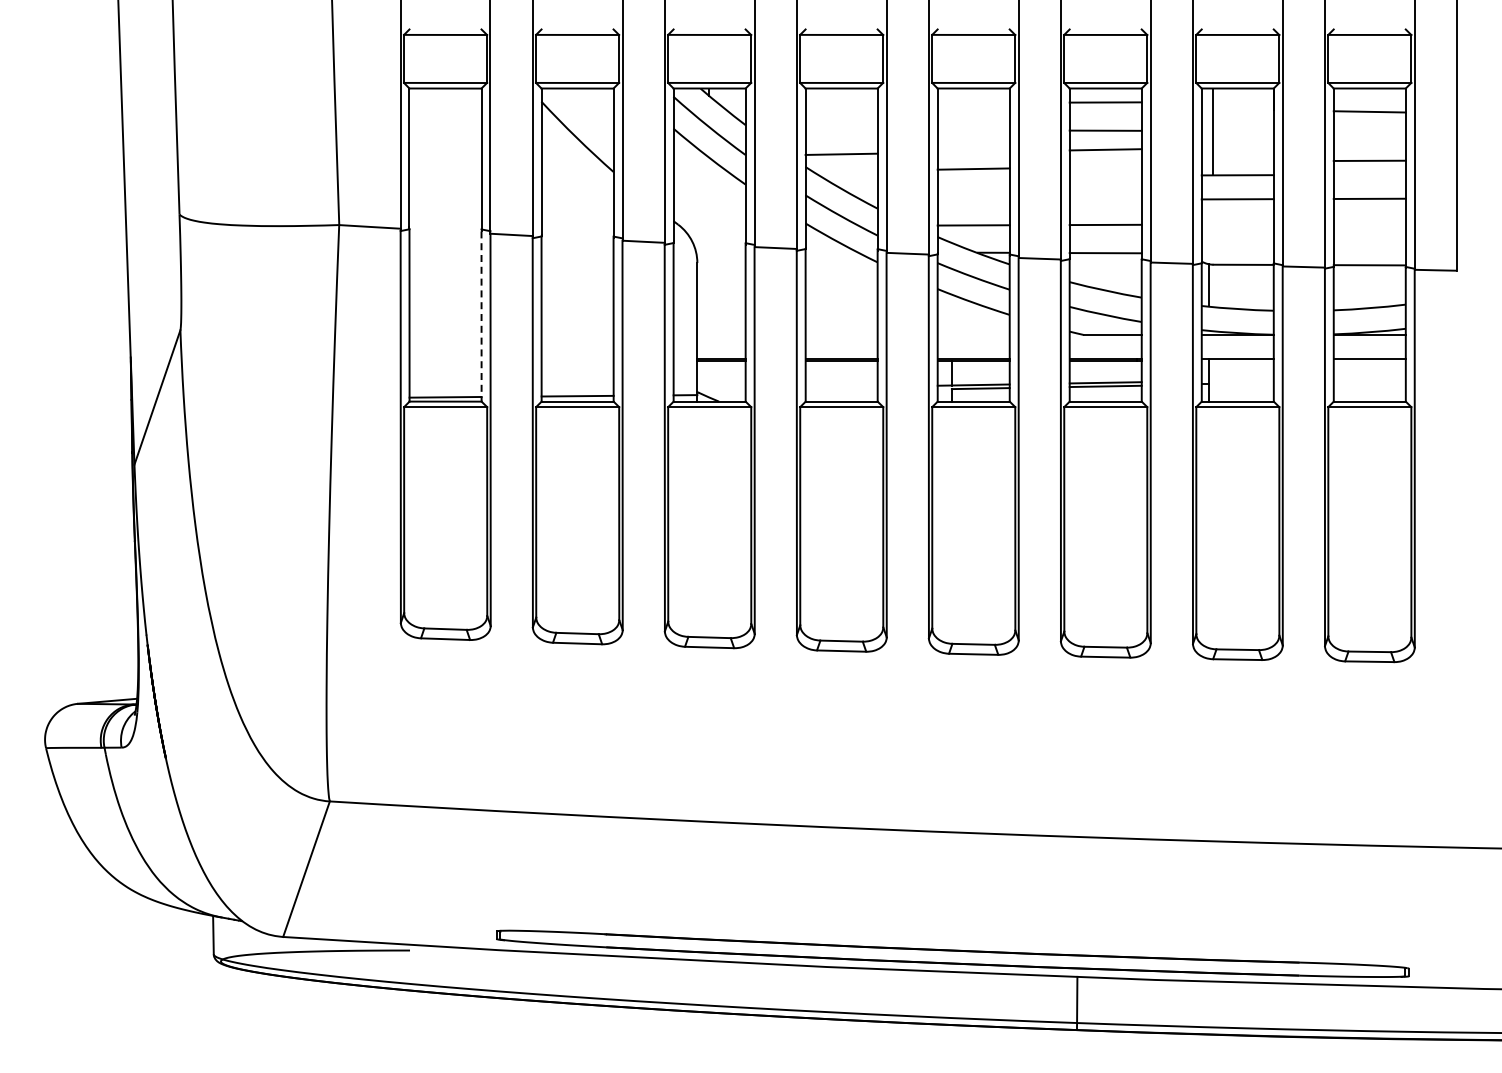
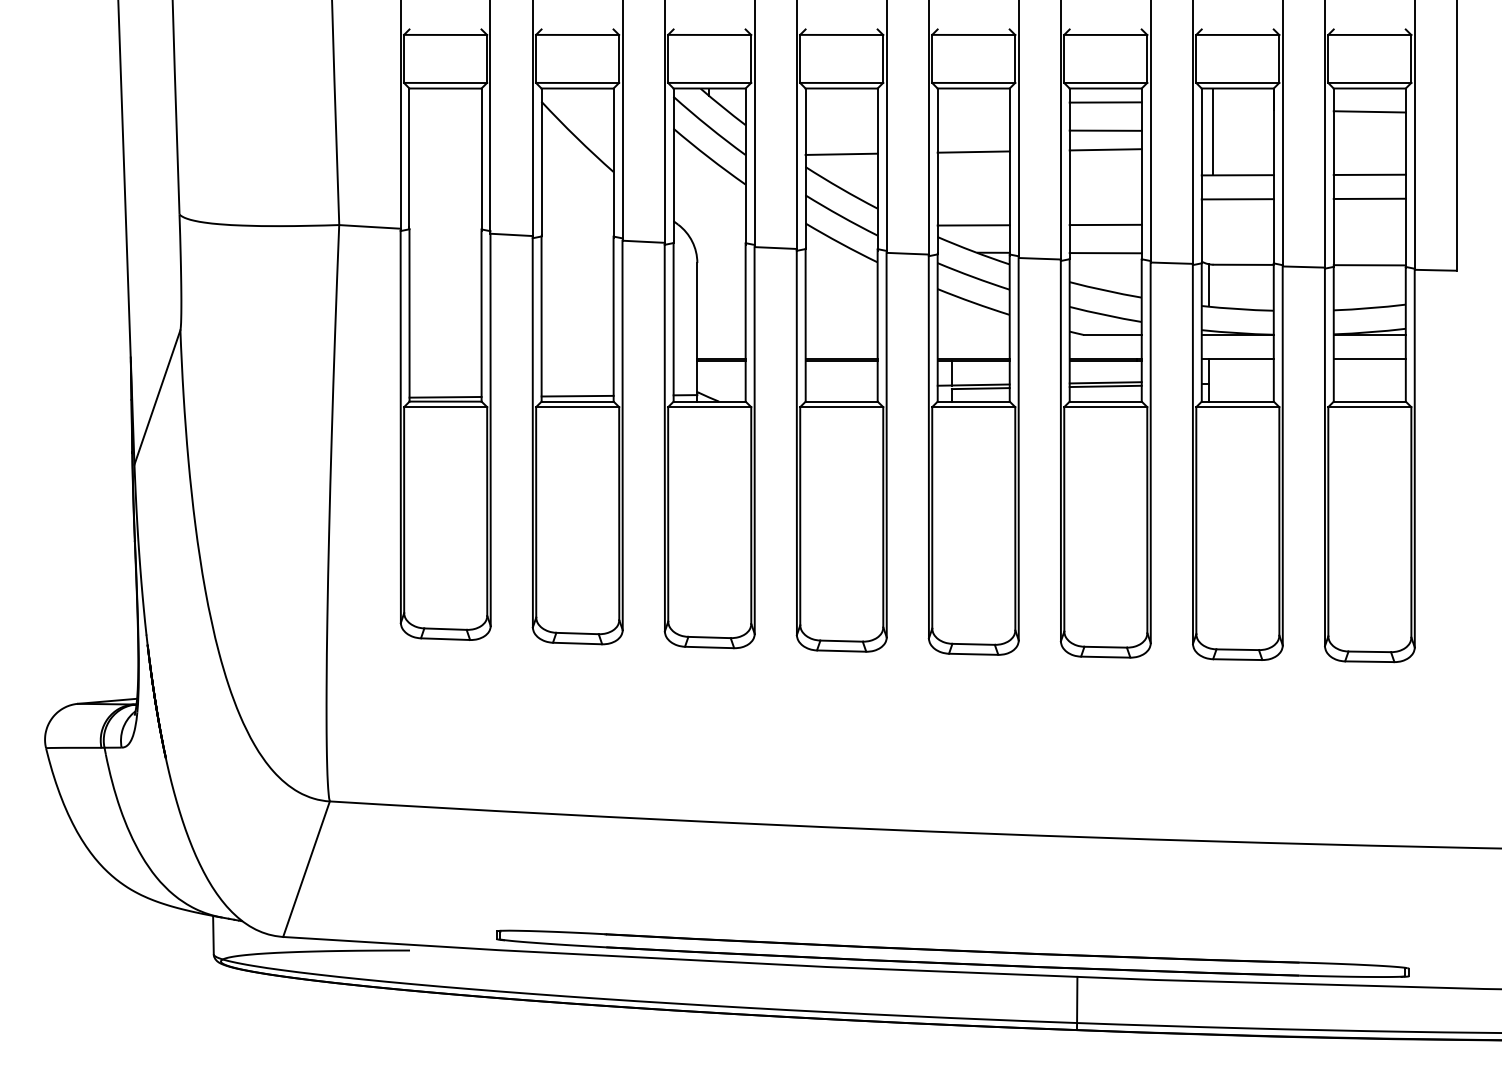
line at (1369, 160) position: (1369, 160) -> (1369, 174)
line at (973, 168) position: (973, 168) -> (973, 151)
line at (481, 317): dashed -> solid
